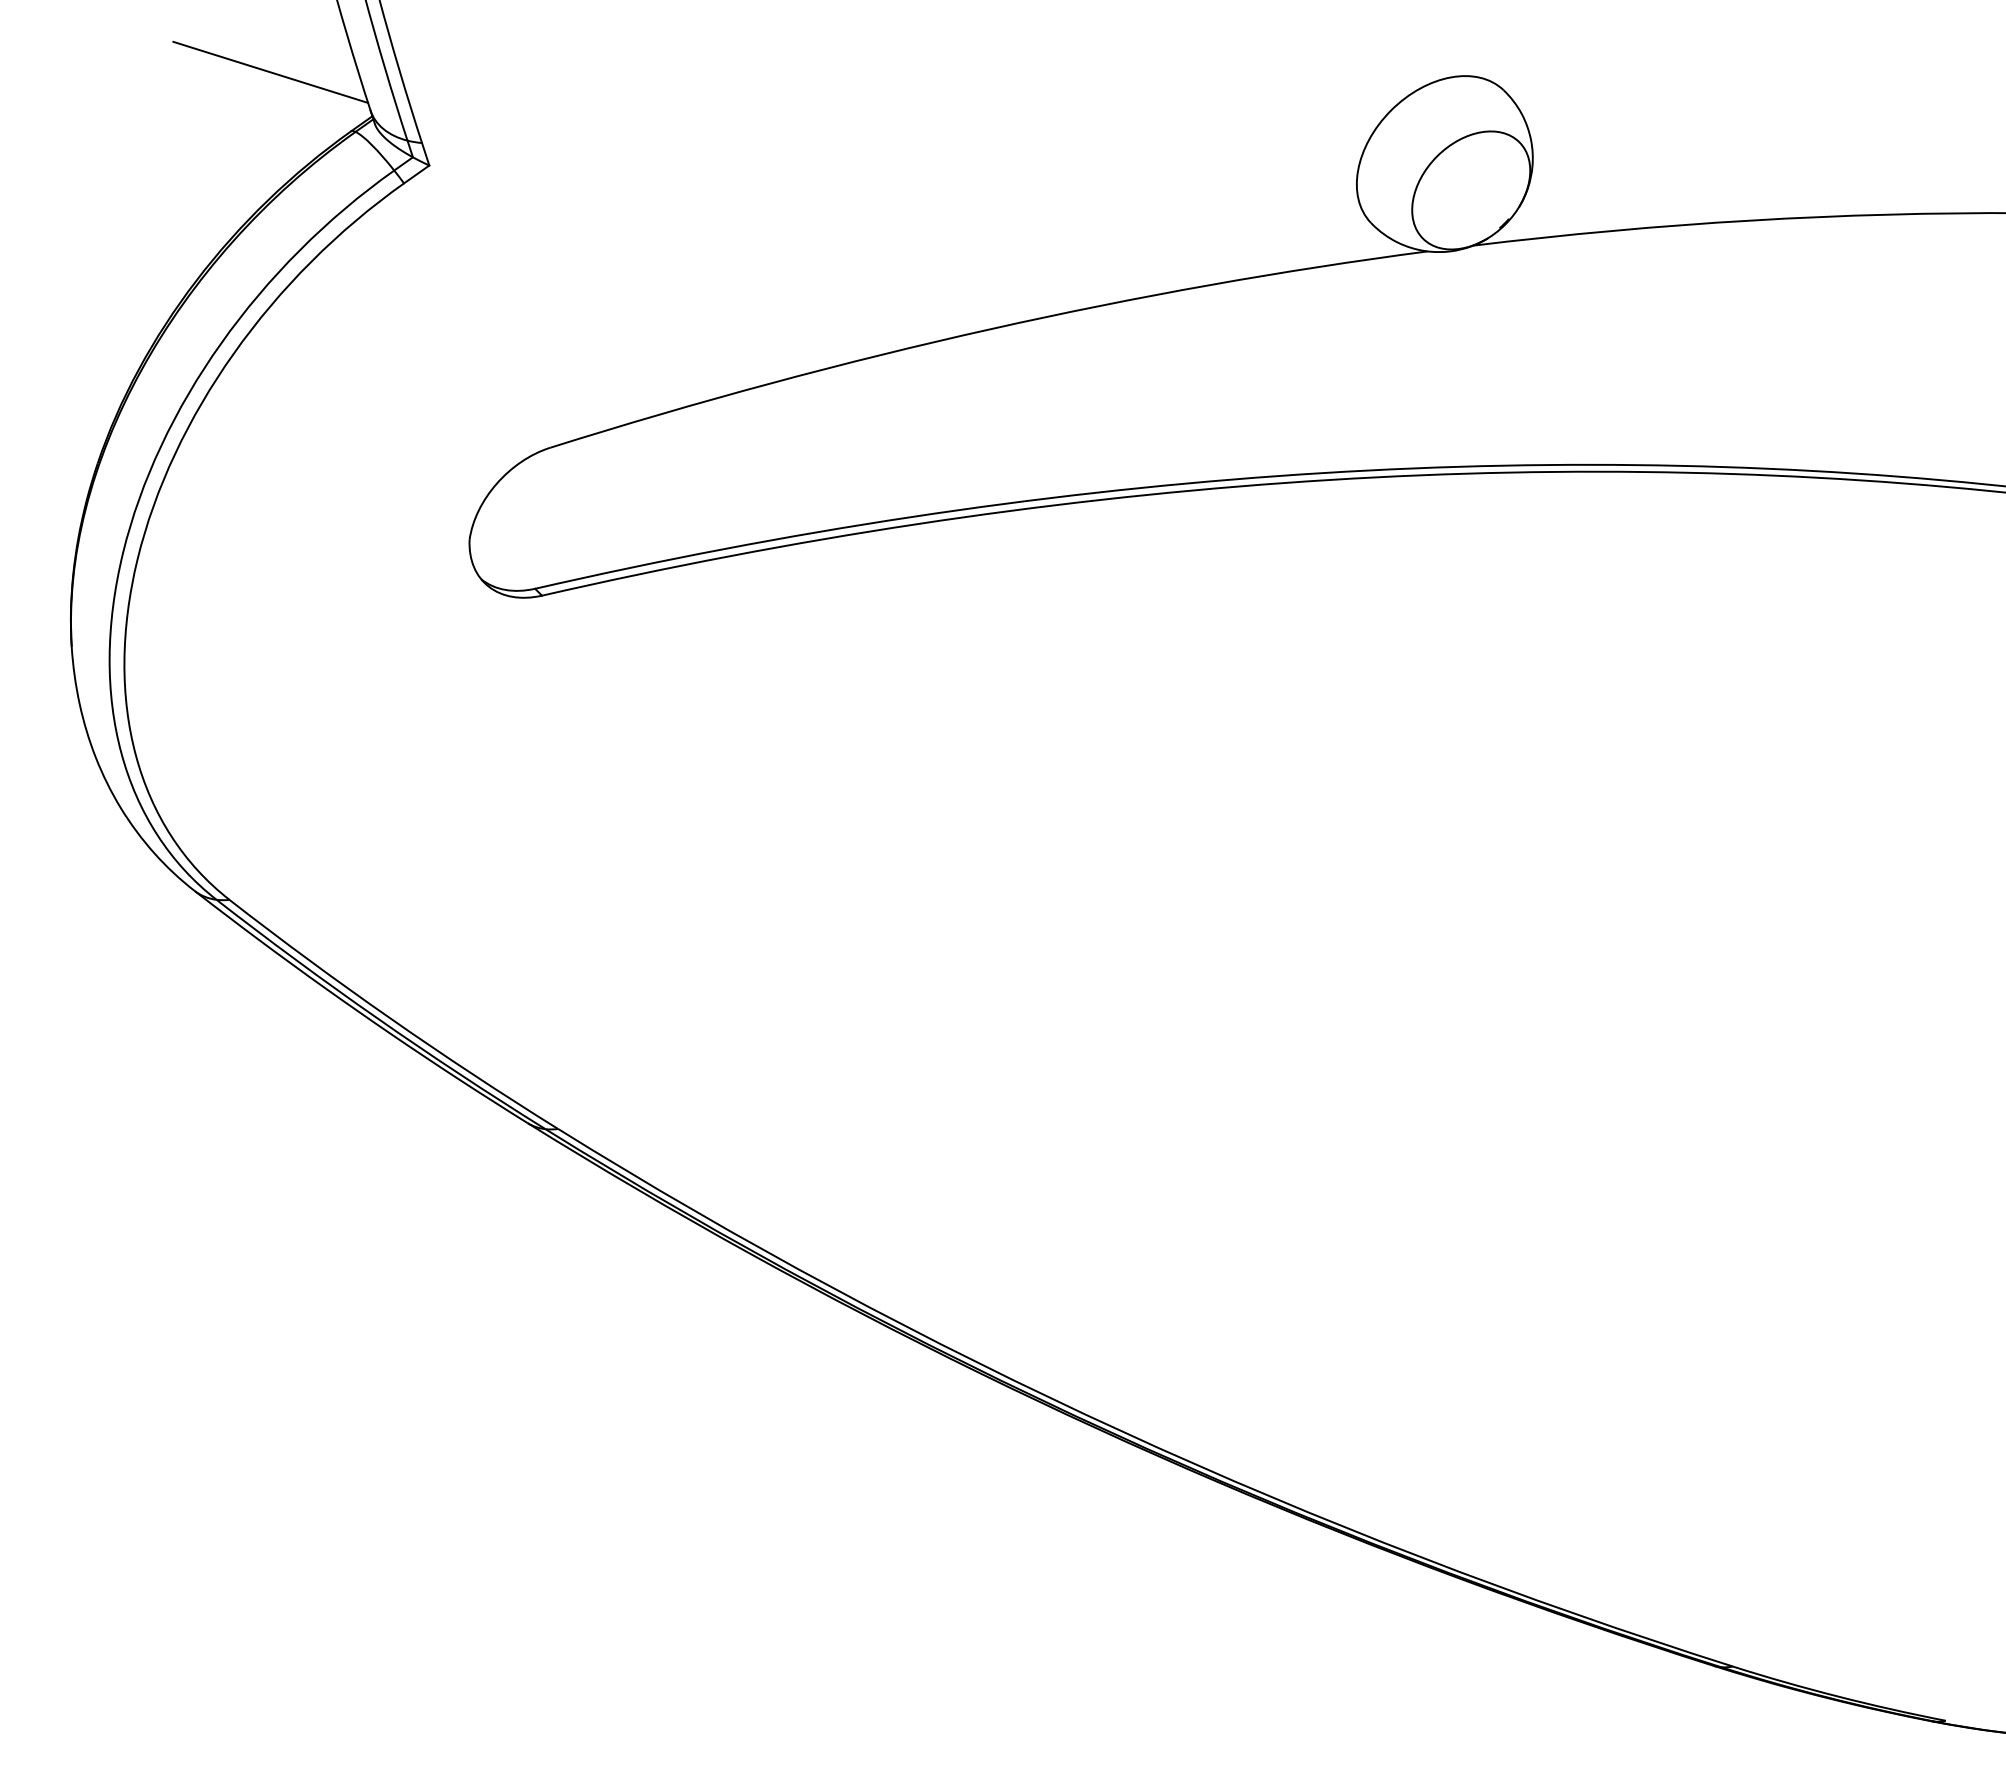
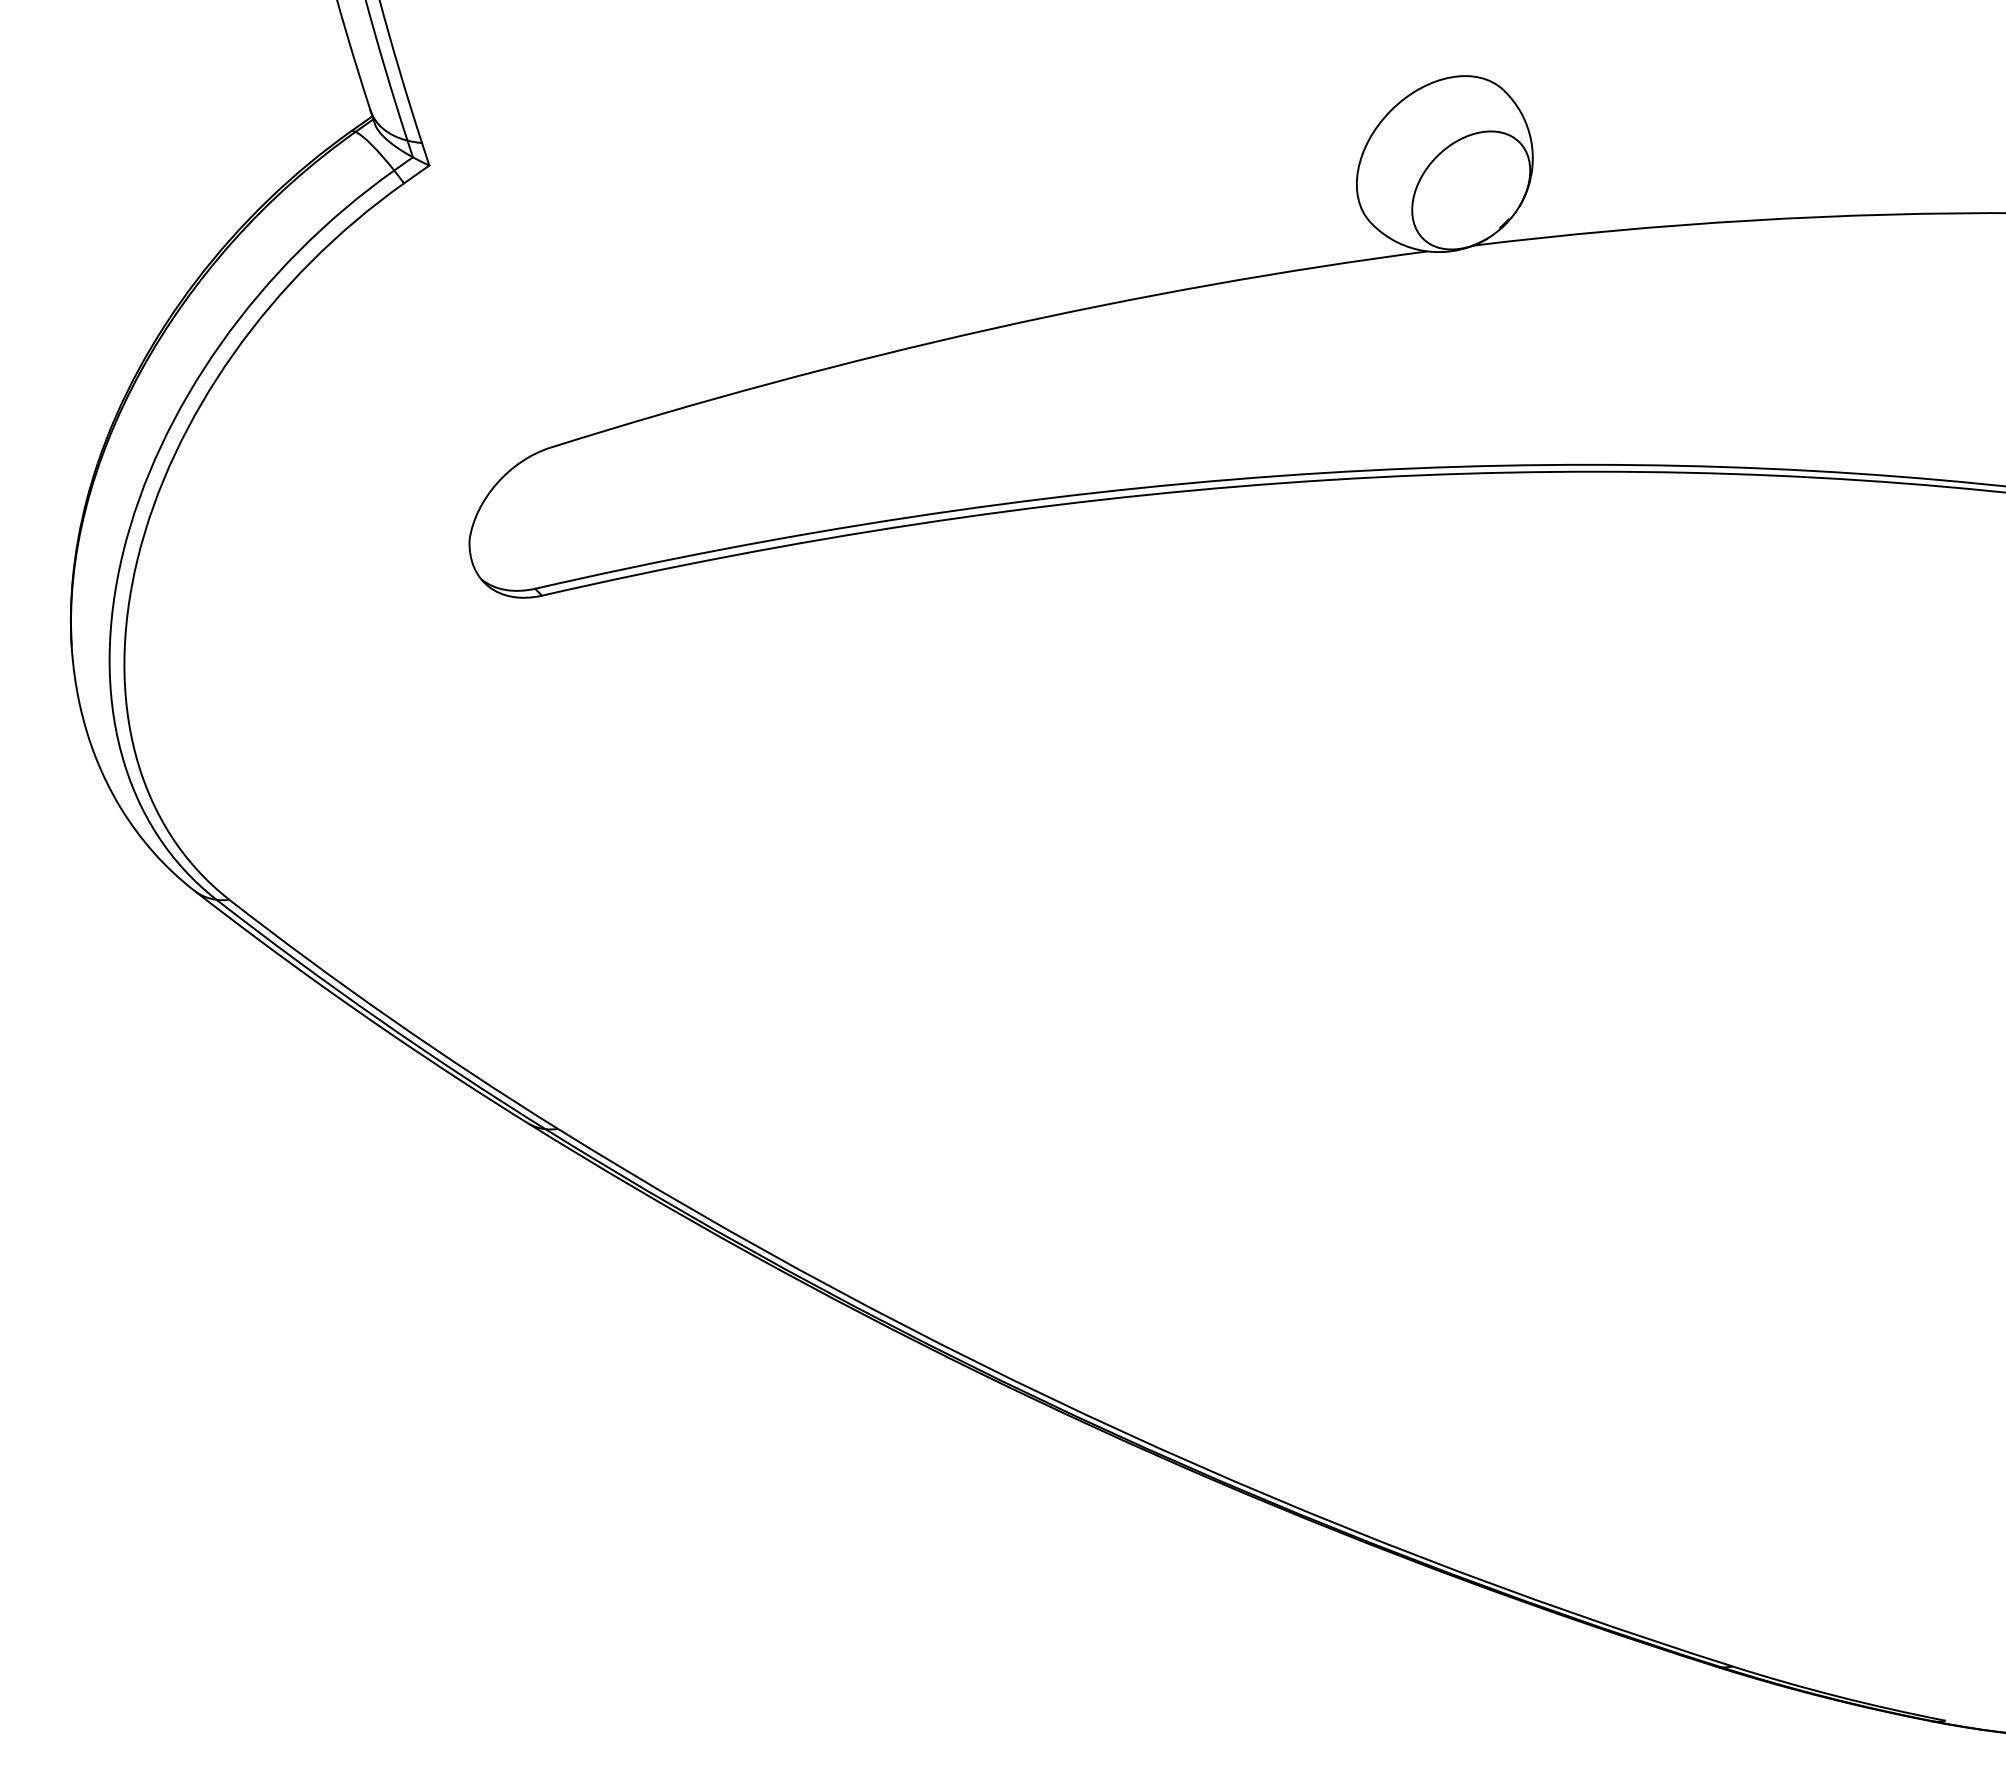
line at (270, 71): present -> none
